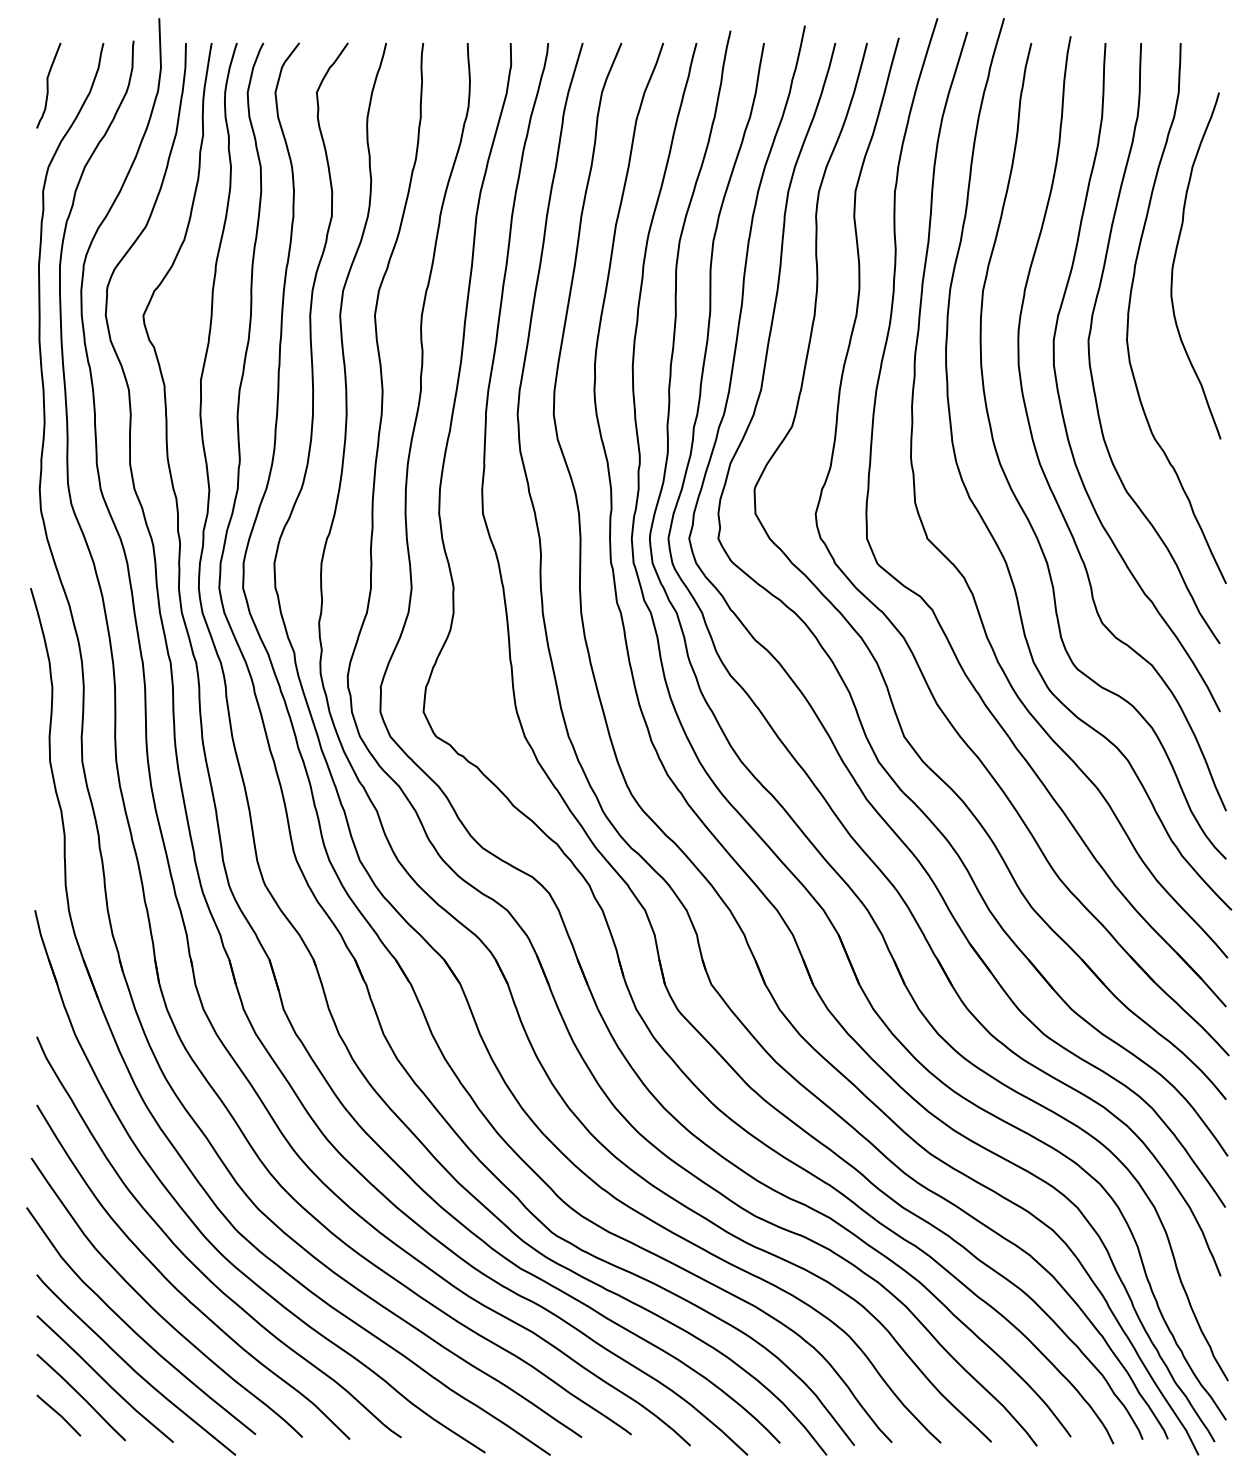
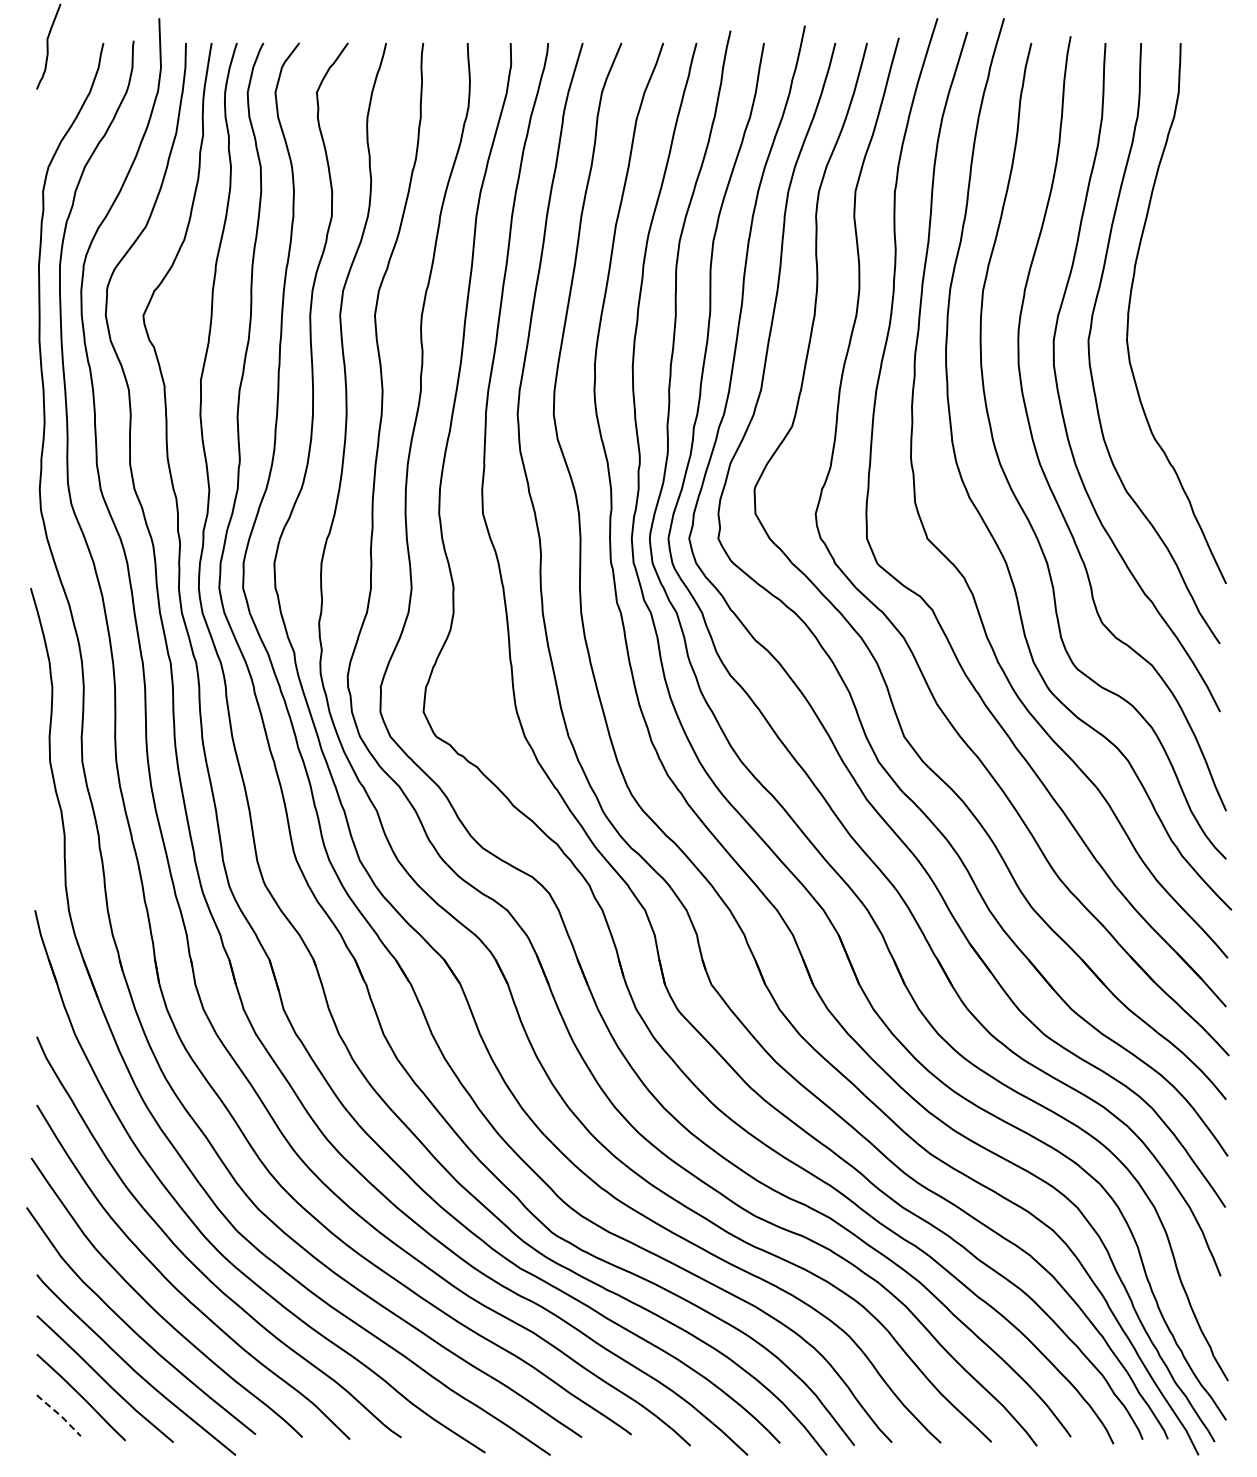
curve at (48, 85) position: (48, 85) -> (48, 46)
curve at (1175, 259): present -> none
line at (59, 1414): solid -> dashed
